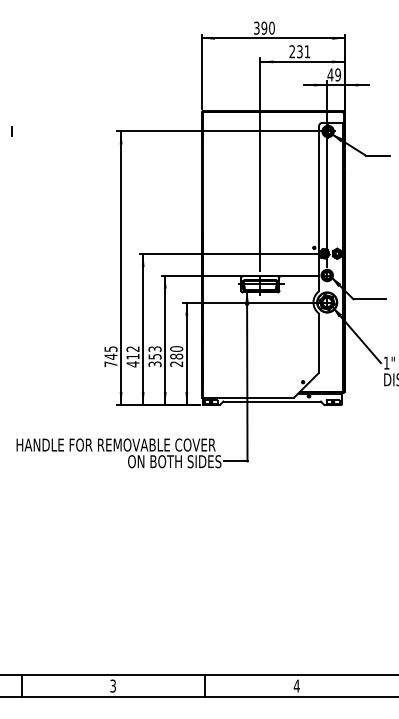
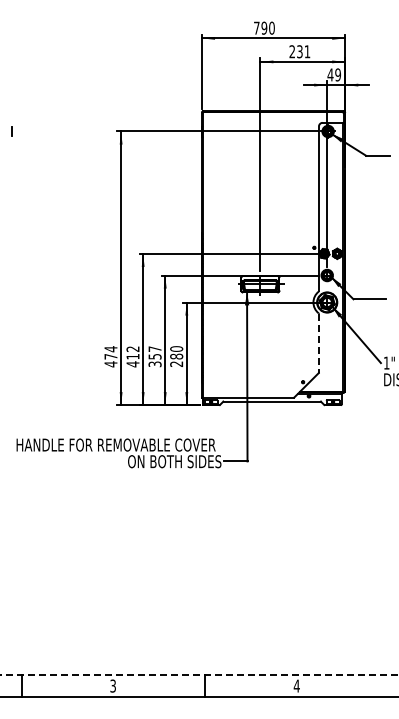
text at (256, 27): 390 -> 790
line at (318, 343): solid -> dashed
text at (154, 348): 353 -> 357
text at (110, 356): 745 -> 474
line at (198, 675): solid -> dashed
